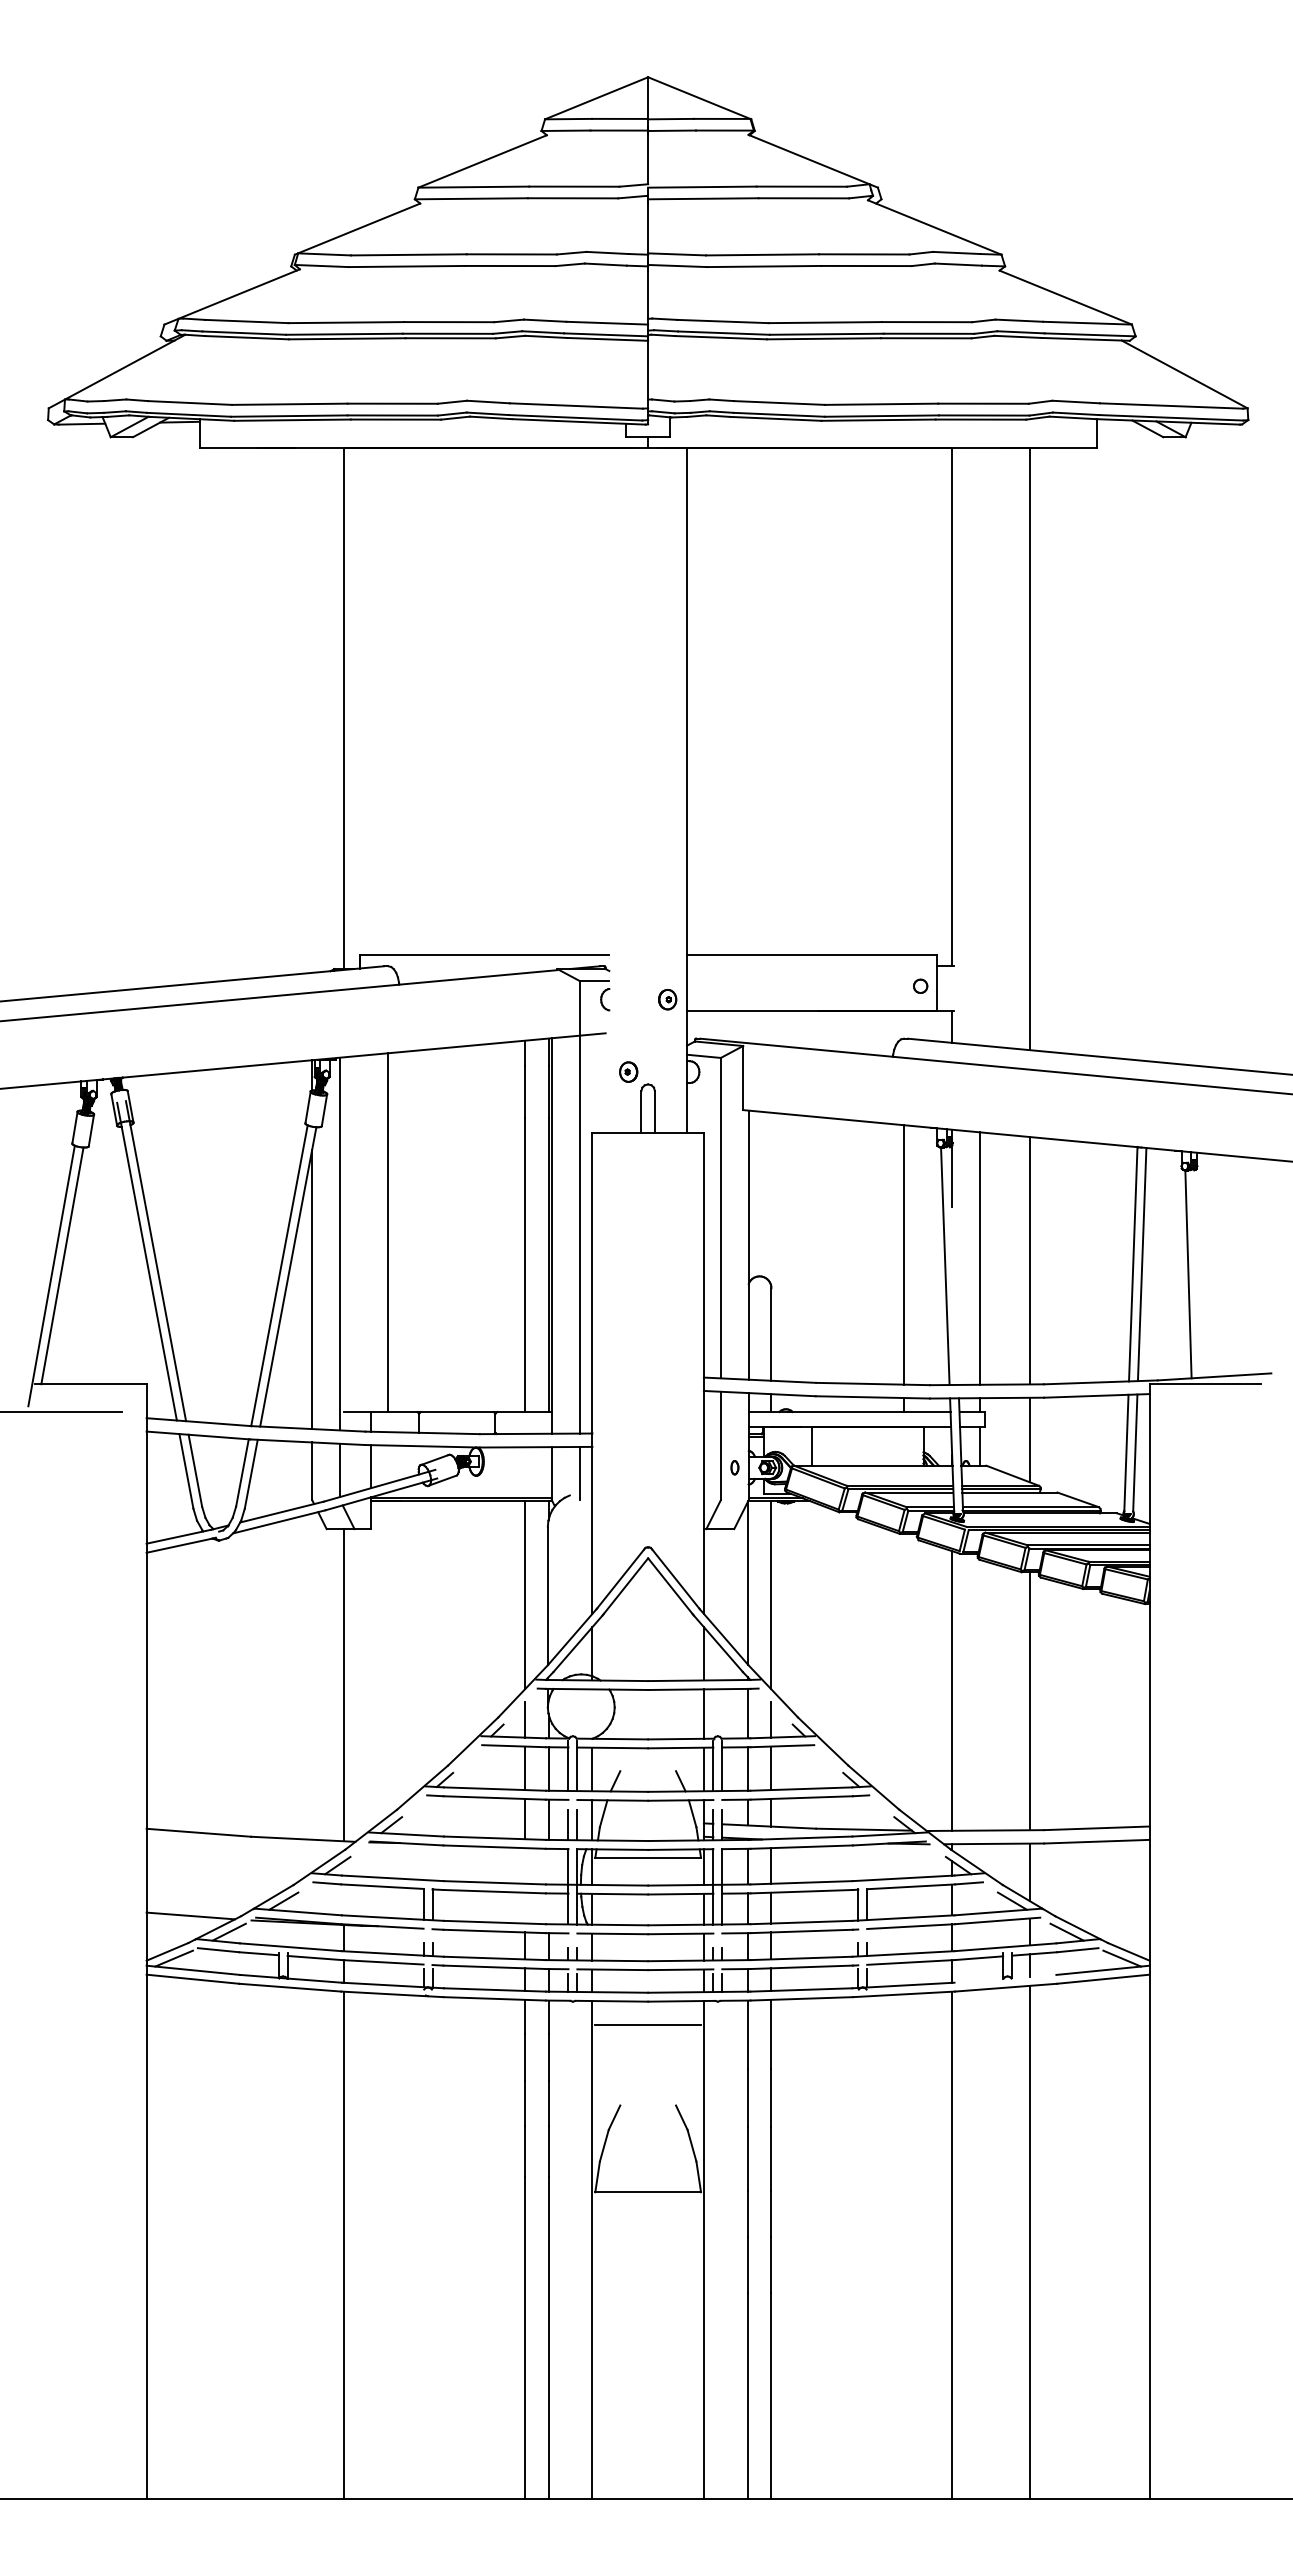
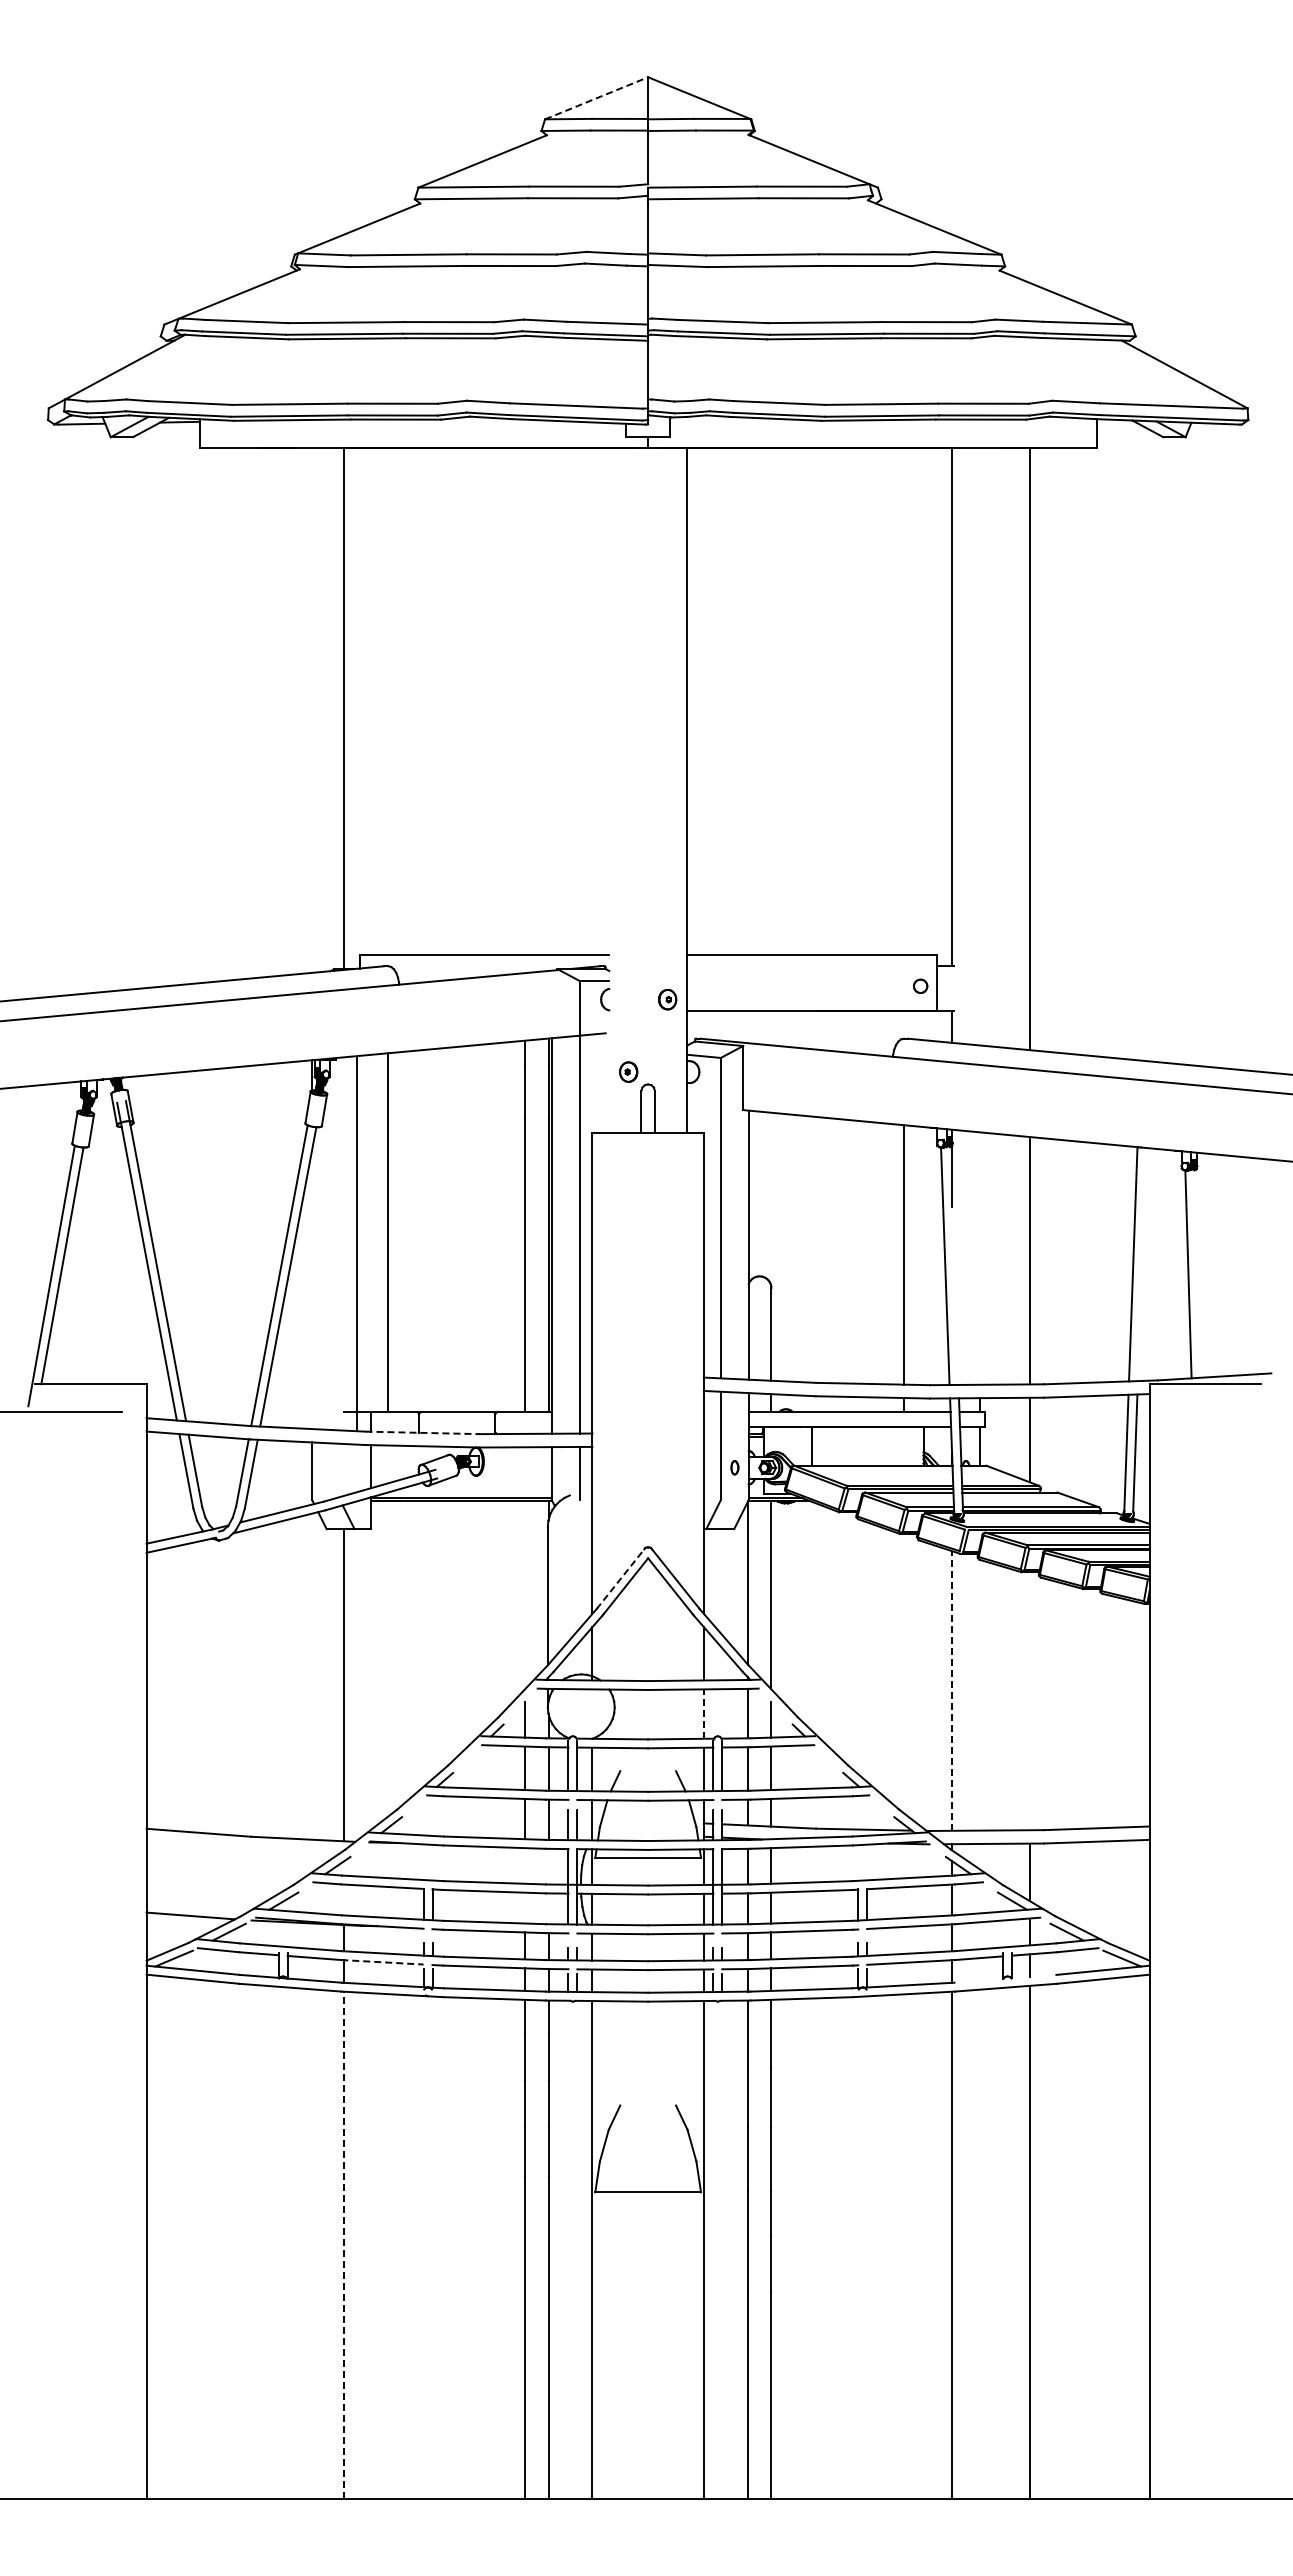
line at (596, 98): solid -> dashed
line at (340, 1243) position: (340, 1243) -> (357, 1243)
line at (980, 1258): present -> none
line at (1141, 1264): present -> none
line at (312, 1289): present -> none
line at (423, 1432): solid -> dashed
line at (340, 1470): present -> none
line at (620, 1578): solid -> dashed
line at (524, 1595): present -> none
line at (952, 1690): solid -> dashed
line at (1029, 1701): present -> none
line at (703, 1714): solid -> dashed
line at (382, 1962): solid -> dashed
line at (648, 2025): present -> none
line at (344, 2244): solid -> dashed
